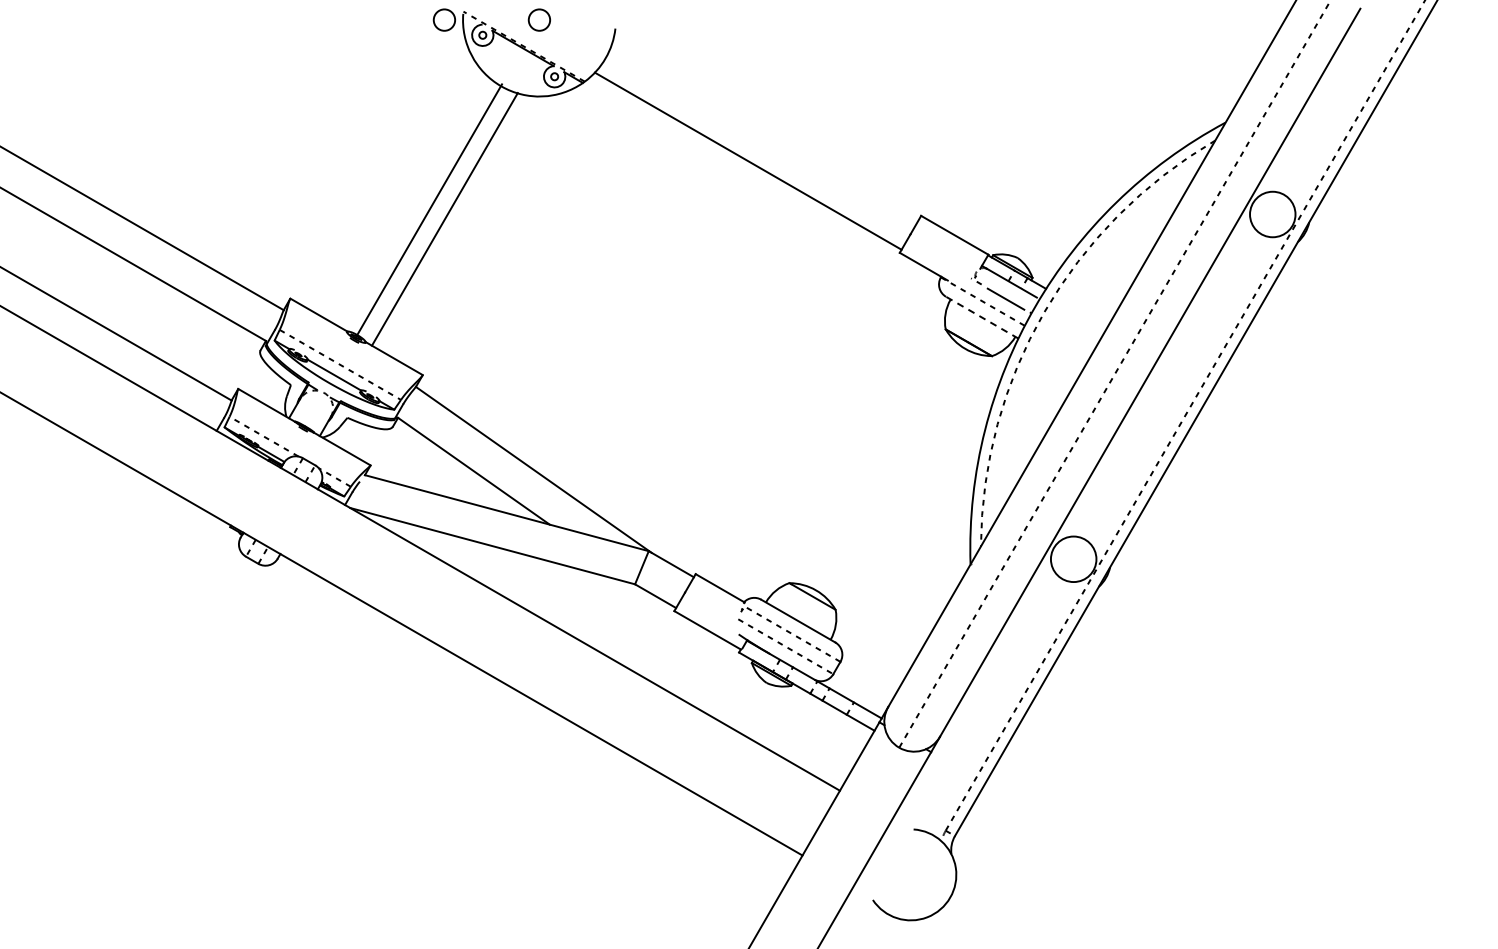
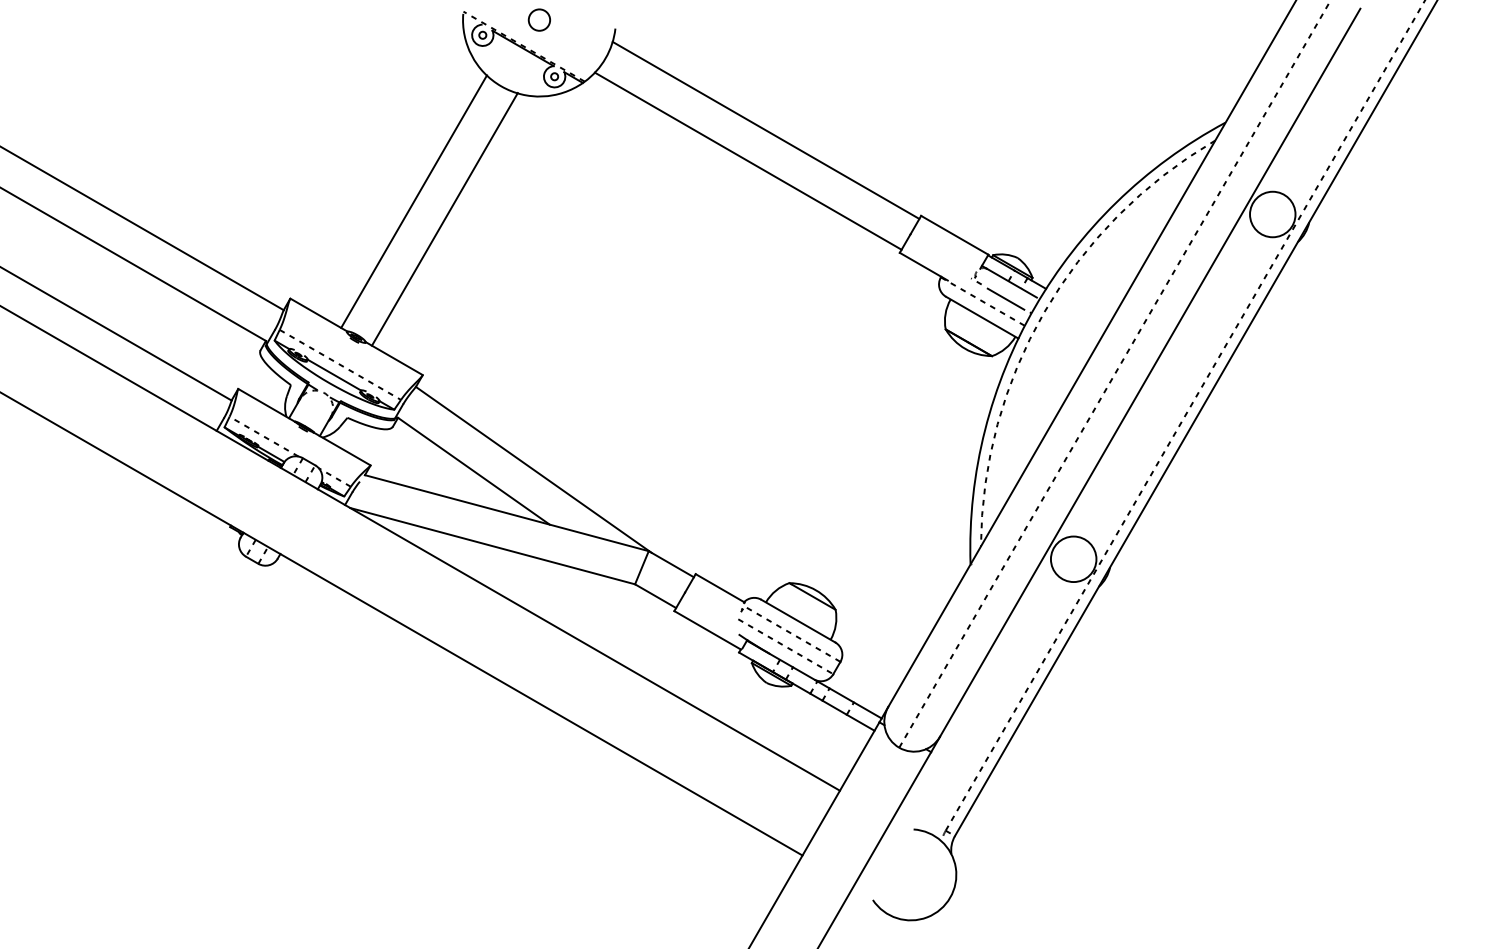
circle at (443, 19): present -> none
line at (765, 129): none -> present
line at (429, 210) position: (429, 210) -> (414, 201)
line at (982, 317): dashed -> solid
